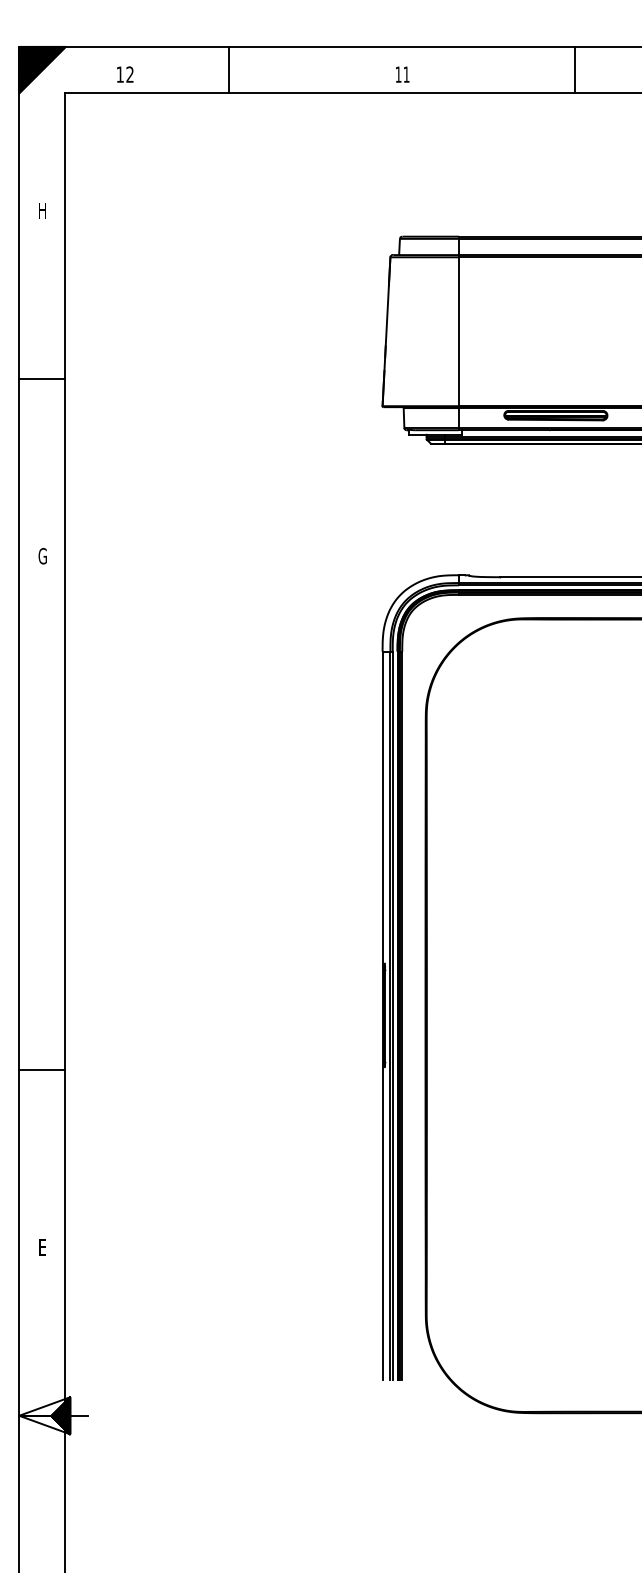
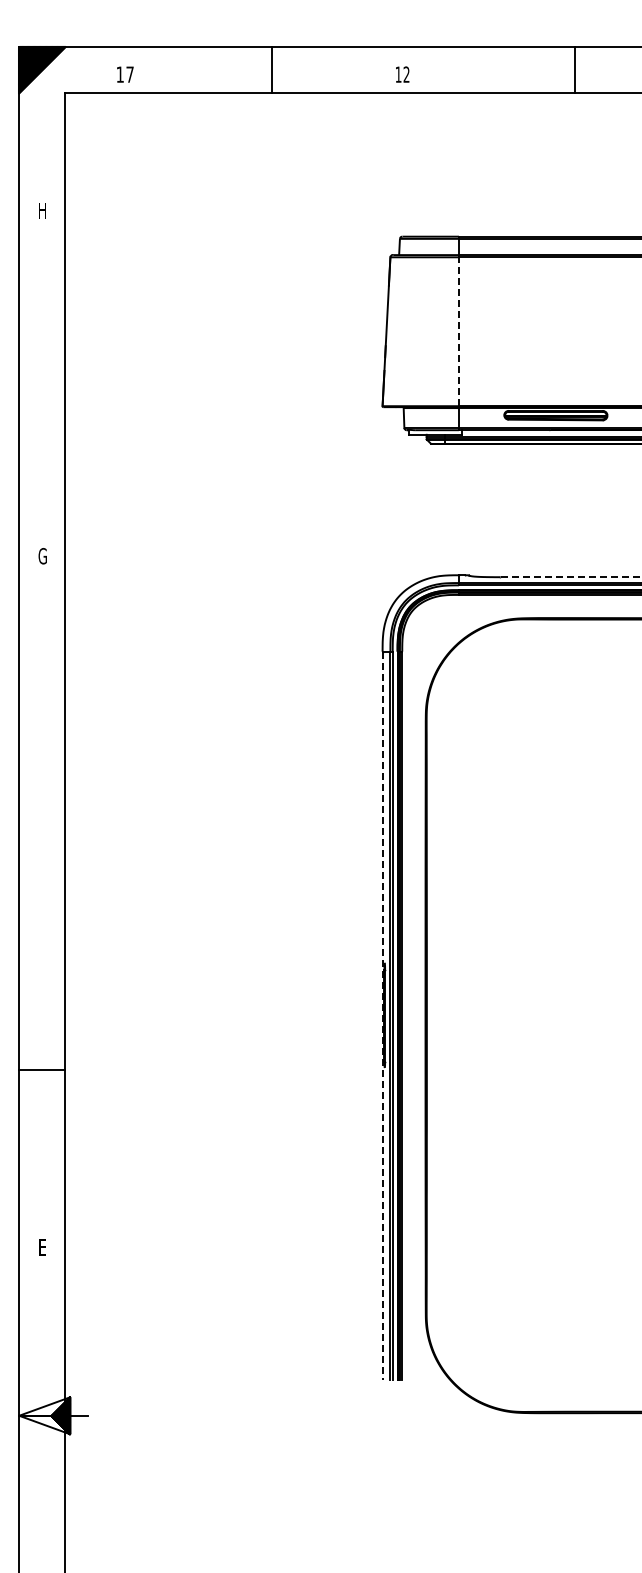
line at (228, 70) position: (228, 70) -> (271, 70)
text at (129, 74): 12 -> 17
text at (406, 74): 11 -> 12
line at (458, 331): solid -> dashed
line at (42, 378): present -> none
line at (570, 577): solid -> dashed
line at (382, 1015): solid -> dashed
